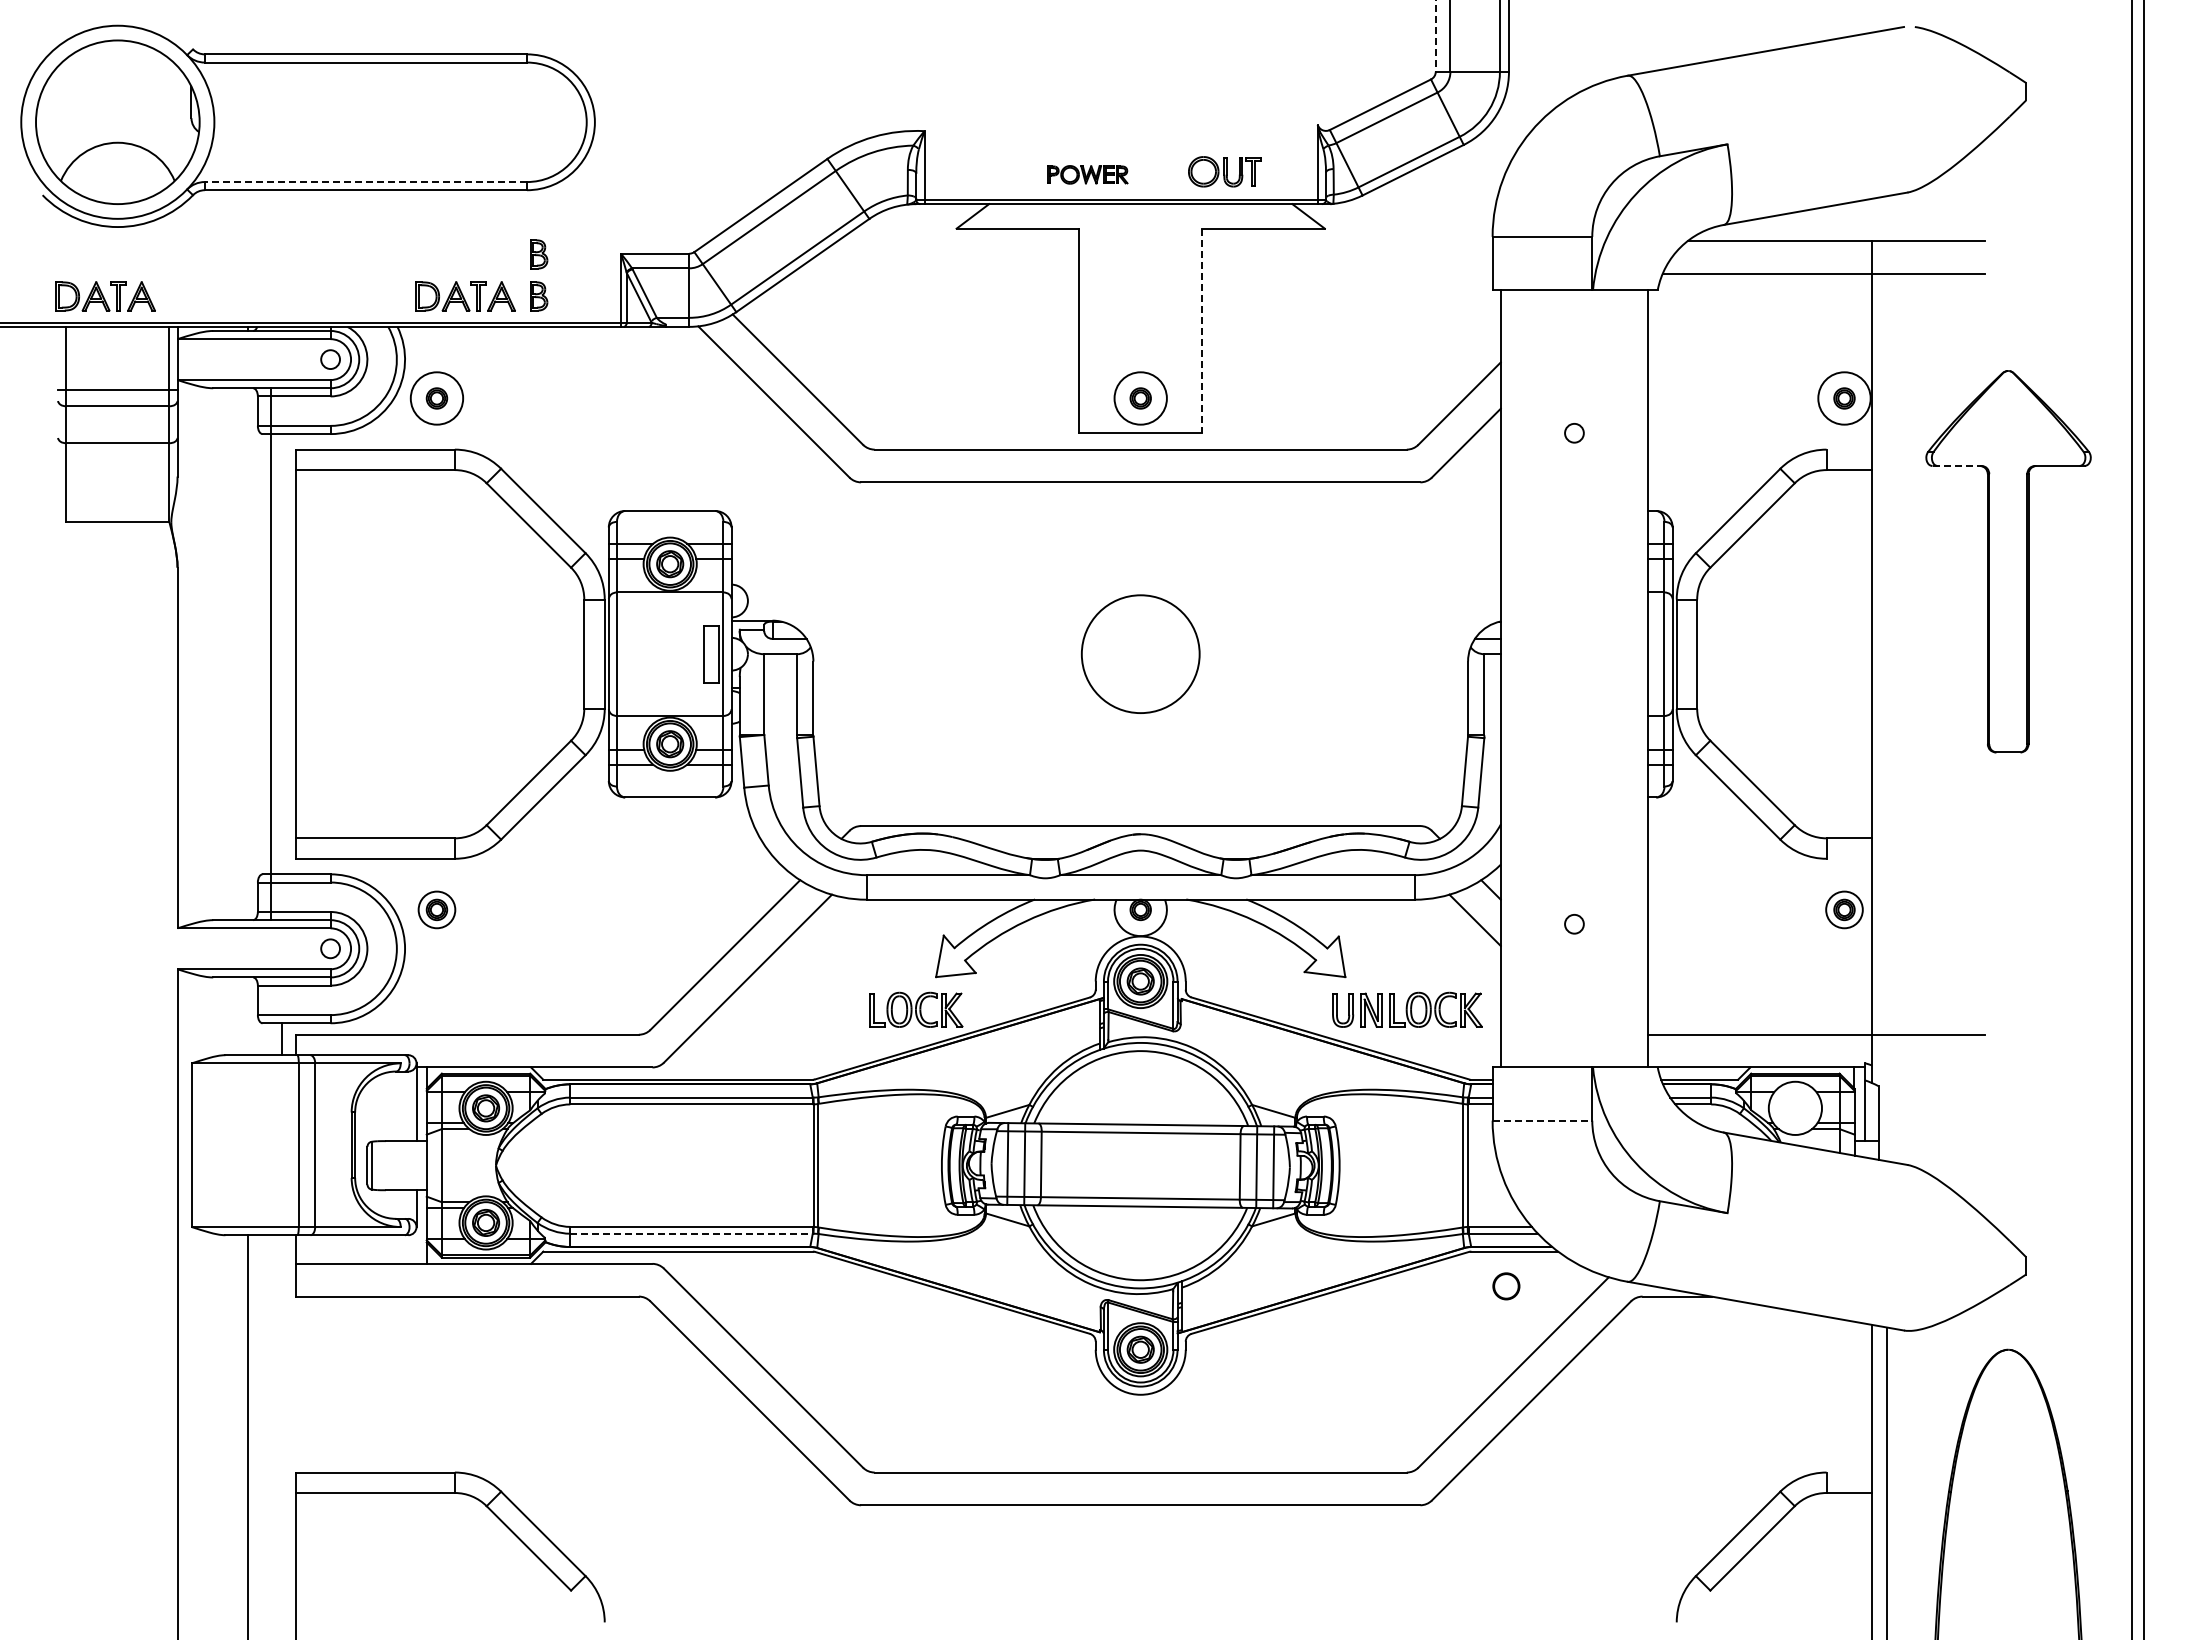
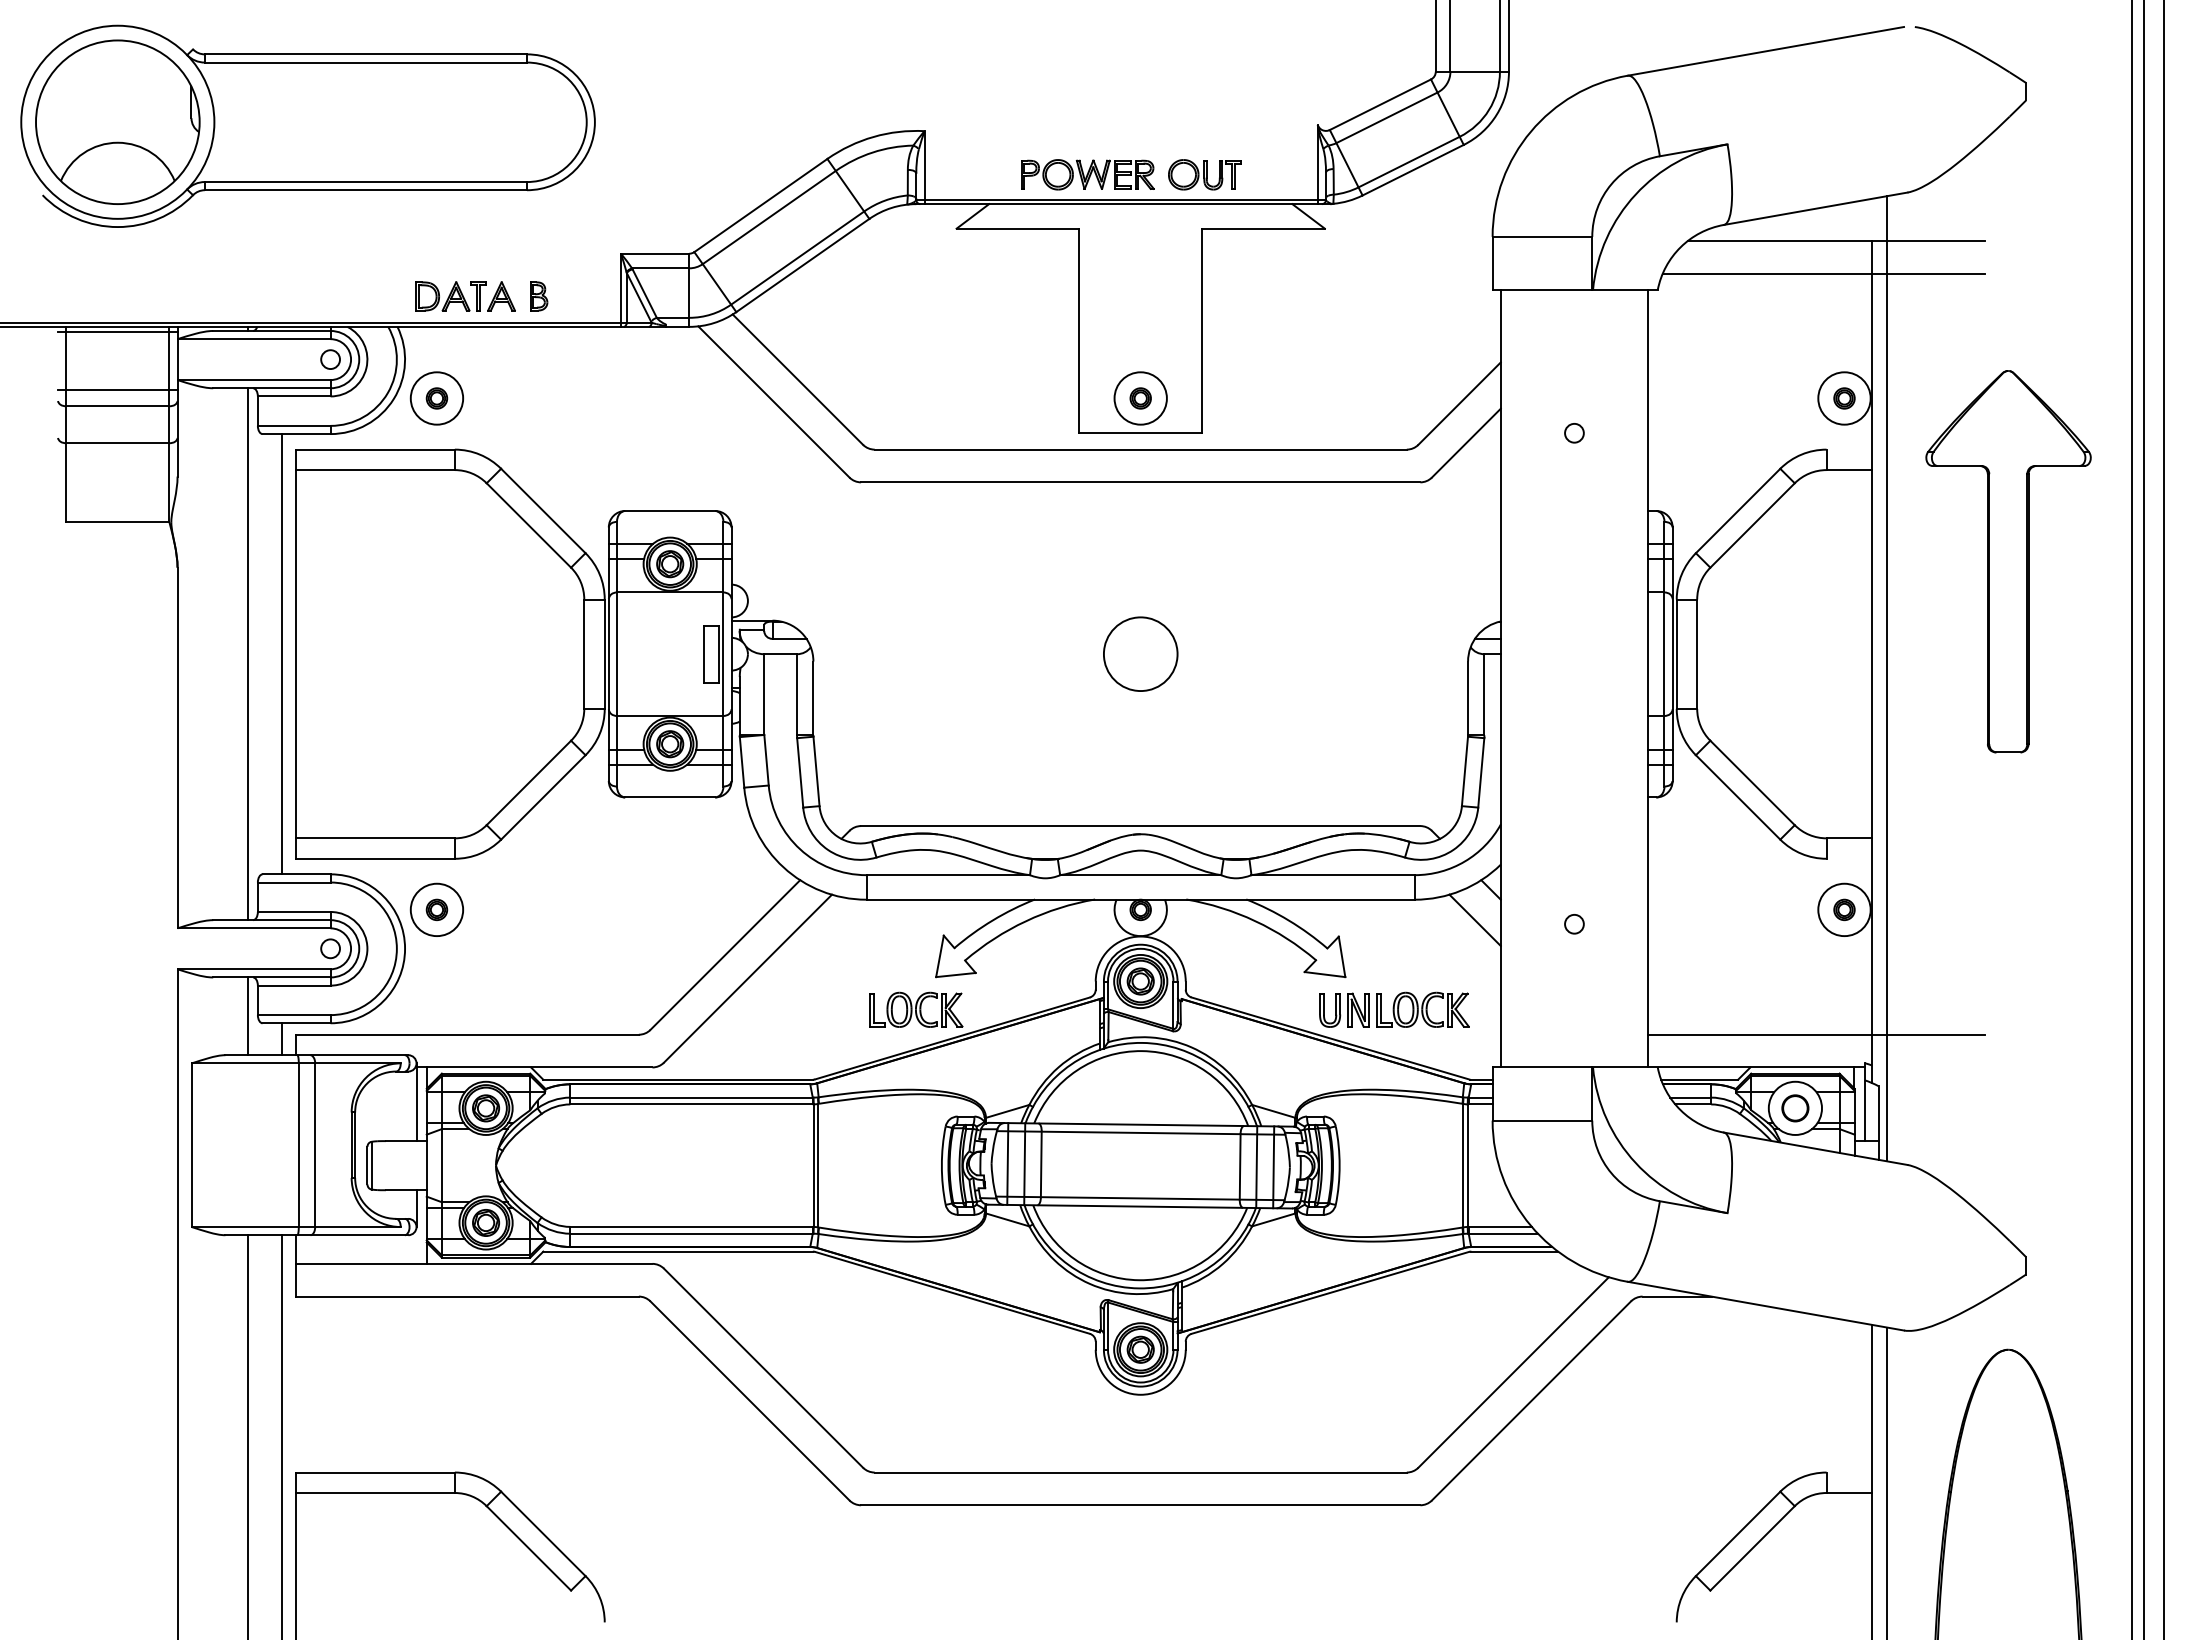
line at (1435, 35): dashed -> solid
part at (1224, 171) position: (1224, 171) -> (1204, 174)
part at (1087, 174) size: 82x20 px -> 134x32 px
line at (365, 182): dashed -> solid
part at (539, 254): present -> none
part at (105, 296): present -> none
line at (117, 331): none -> present
line at (1202, 331): dashed -> solid
line at (1957, 466): dashed -> solid
line at (271, 654) position: (271, 654) -> (248, 654)
line at (281, 654): none -> present
circle at (1140, 654) diameter: 118 px -> 74 px
line at (1887, 678): none -> present
line at (2163, 819): none -> present
circle at (436, 909) diameter: 37 px -> 52 px
circle at (1844, 909) diameter: 37 px -> 52 px
part at (1407, 1009) position: (1407, 1009) -> (1394, 1009)
line at (248, 1016): none -> present
line at (1542, 1120): dashed -> solid
line at (692, 1233): dashed -> solid
circle at (1506, 1286) position: (1506, 1286) -> (1795, 1108)
line at (281, 1435): none -> present
